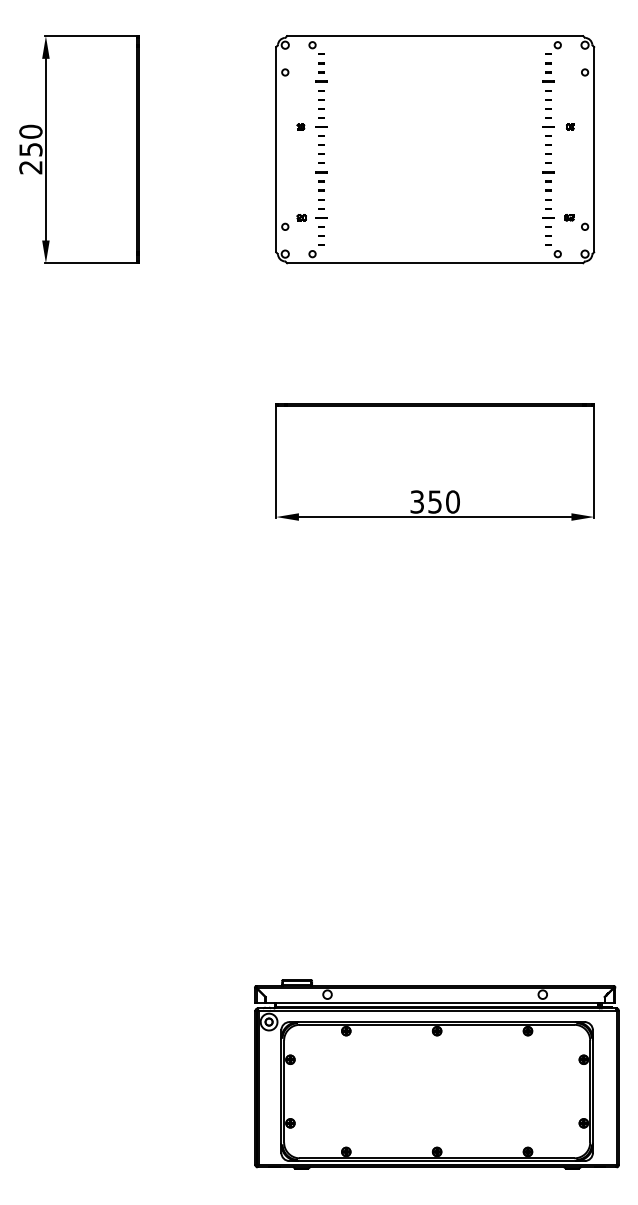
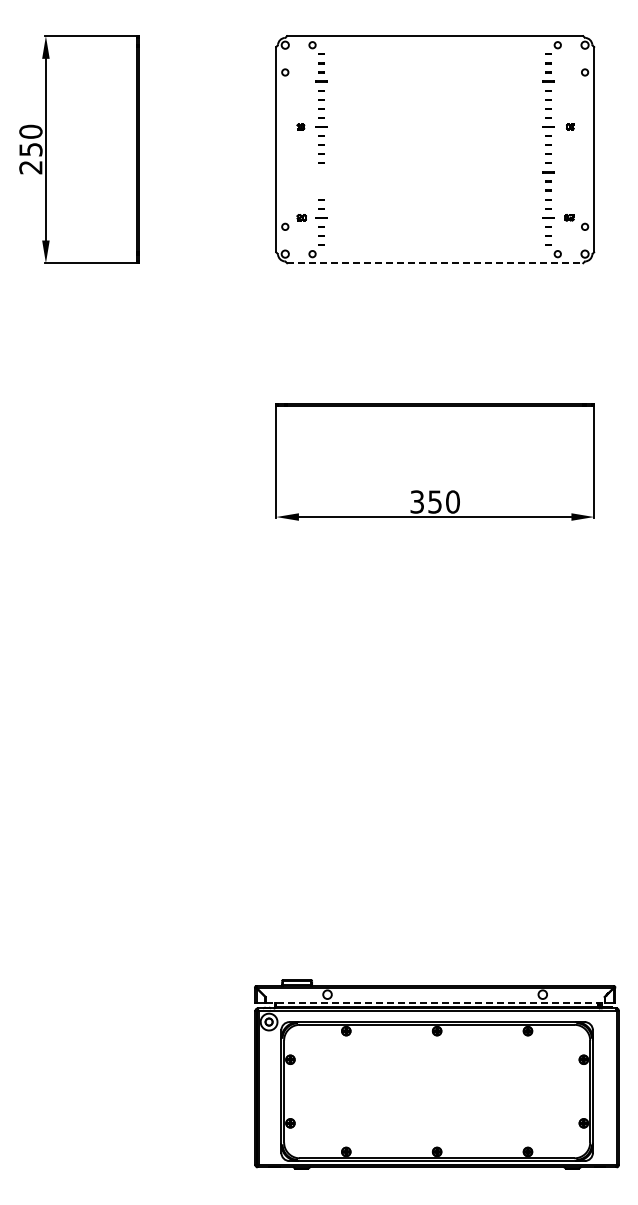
part at (321, 181): present -> none
line at (435, 263): solid -> dashed
line at (435, 1002): solid -> dashed
